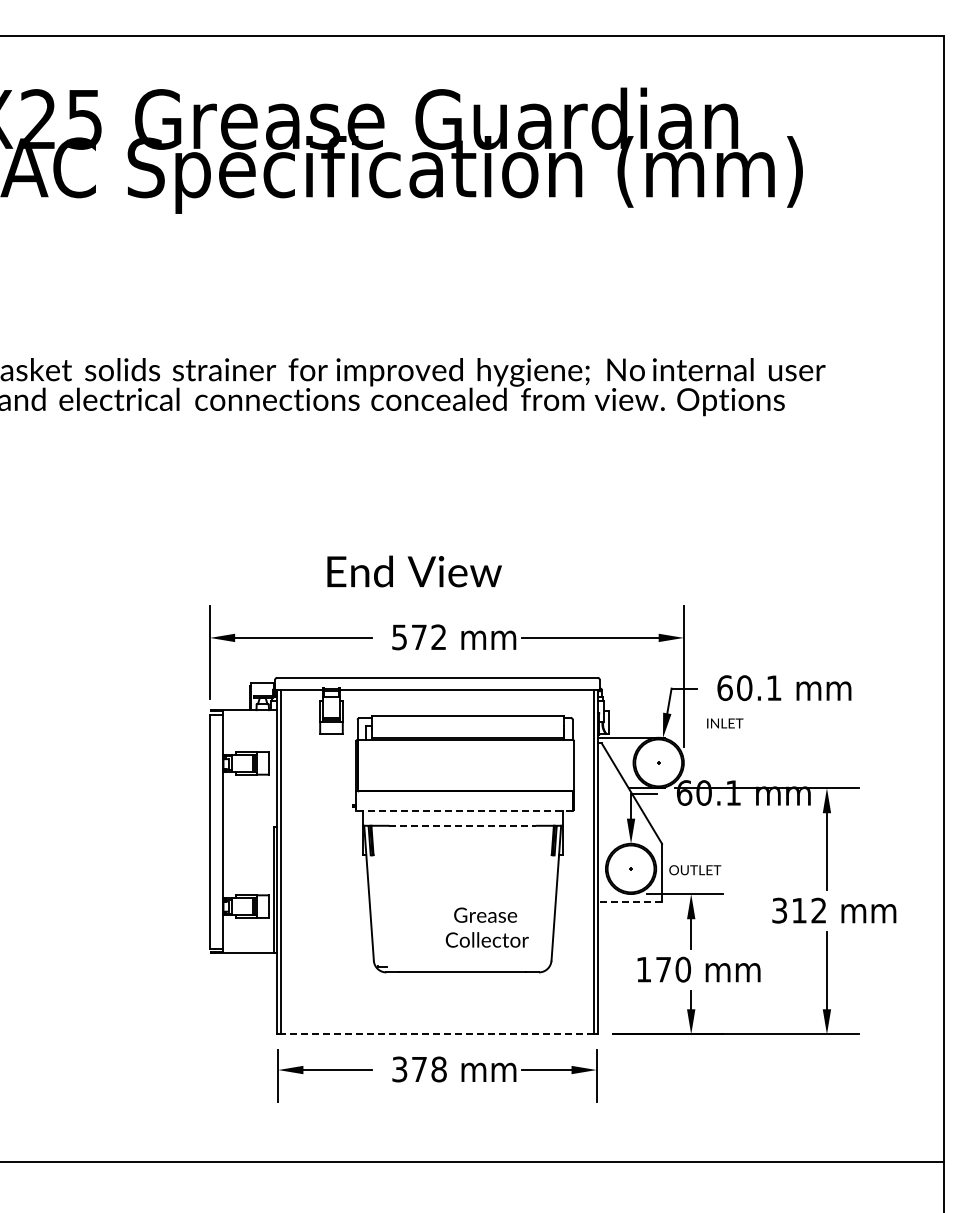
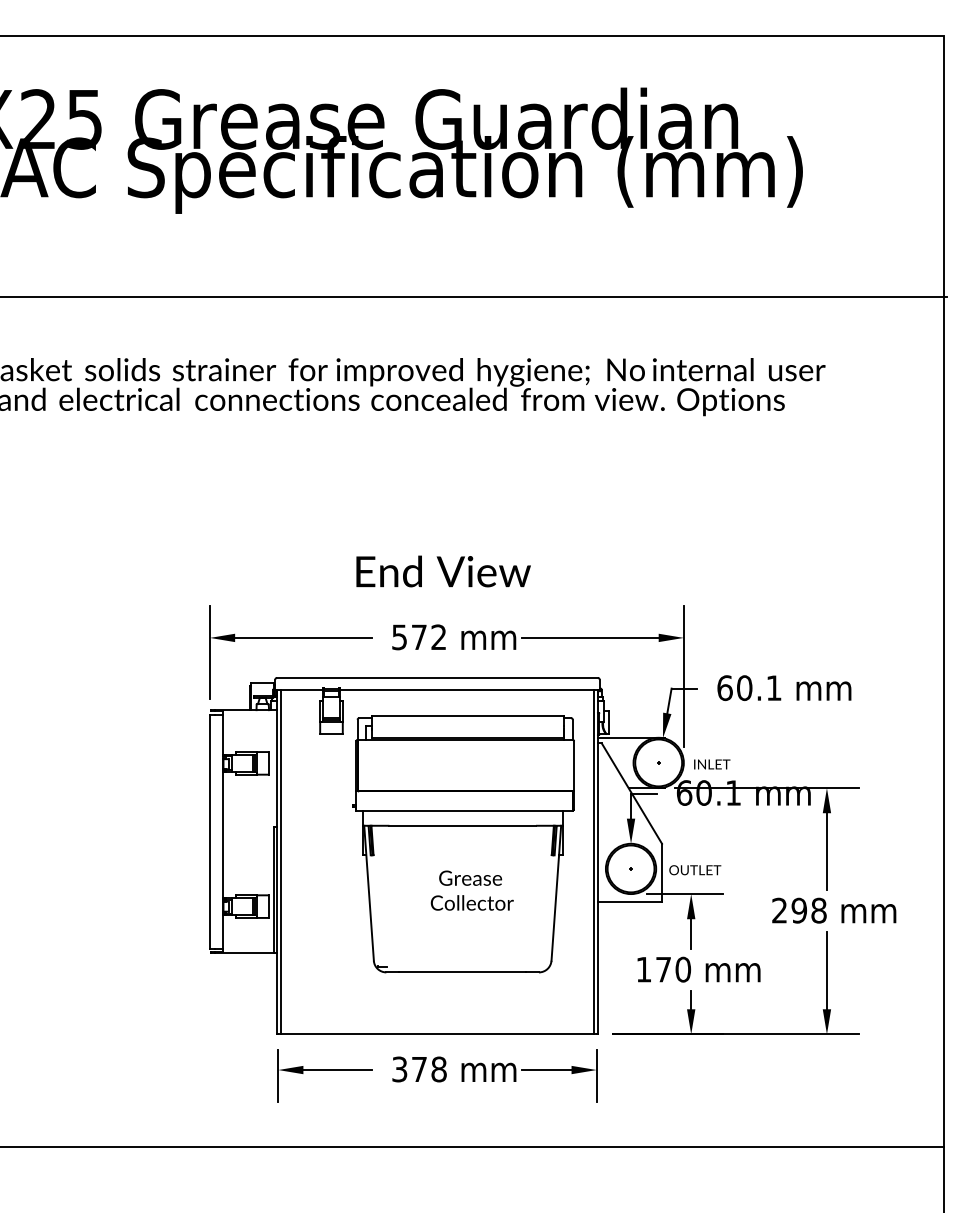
line at (474, 296): none -> present
text at (414, 571) position: (414, 571) -> (443, 571)
text at (725, 723) position: (725, 723) -> (712, 764)
line at (464, 810): dashed -> solid
line at (463, 825): dashed -> solid
line at (629, 902): dashed -> solid
text at (799, 910): 312 -> 298
text at (486, 927) position: (486, 927) -> (471, 890)
line at (436, 1034): dashed -> solid
line at (472, 1162) position: (472, 1162) -> (472, 1147)
